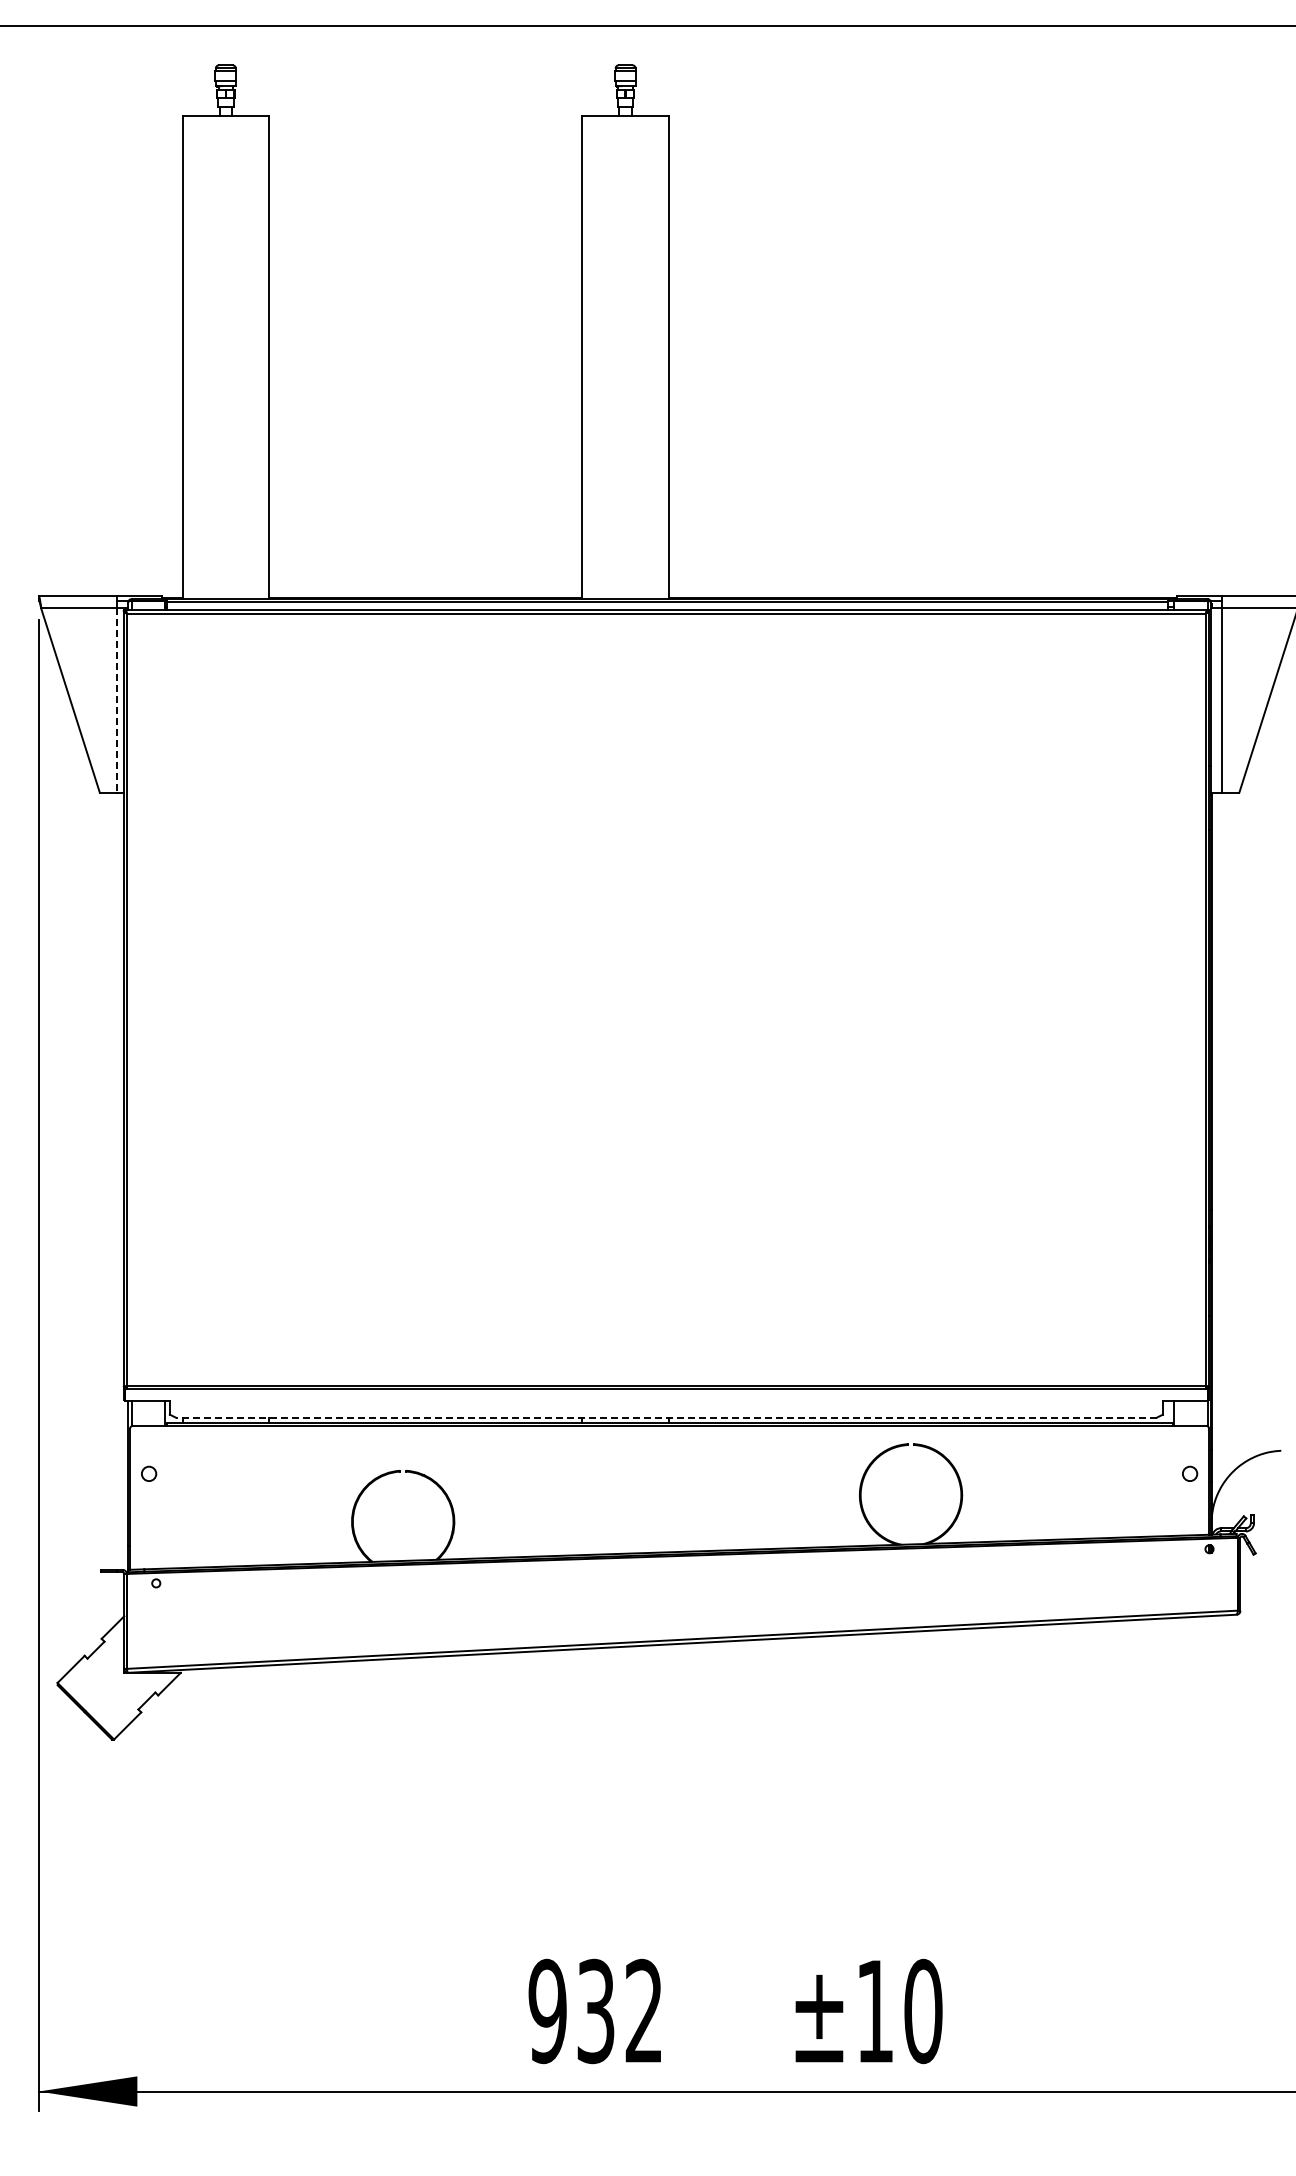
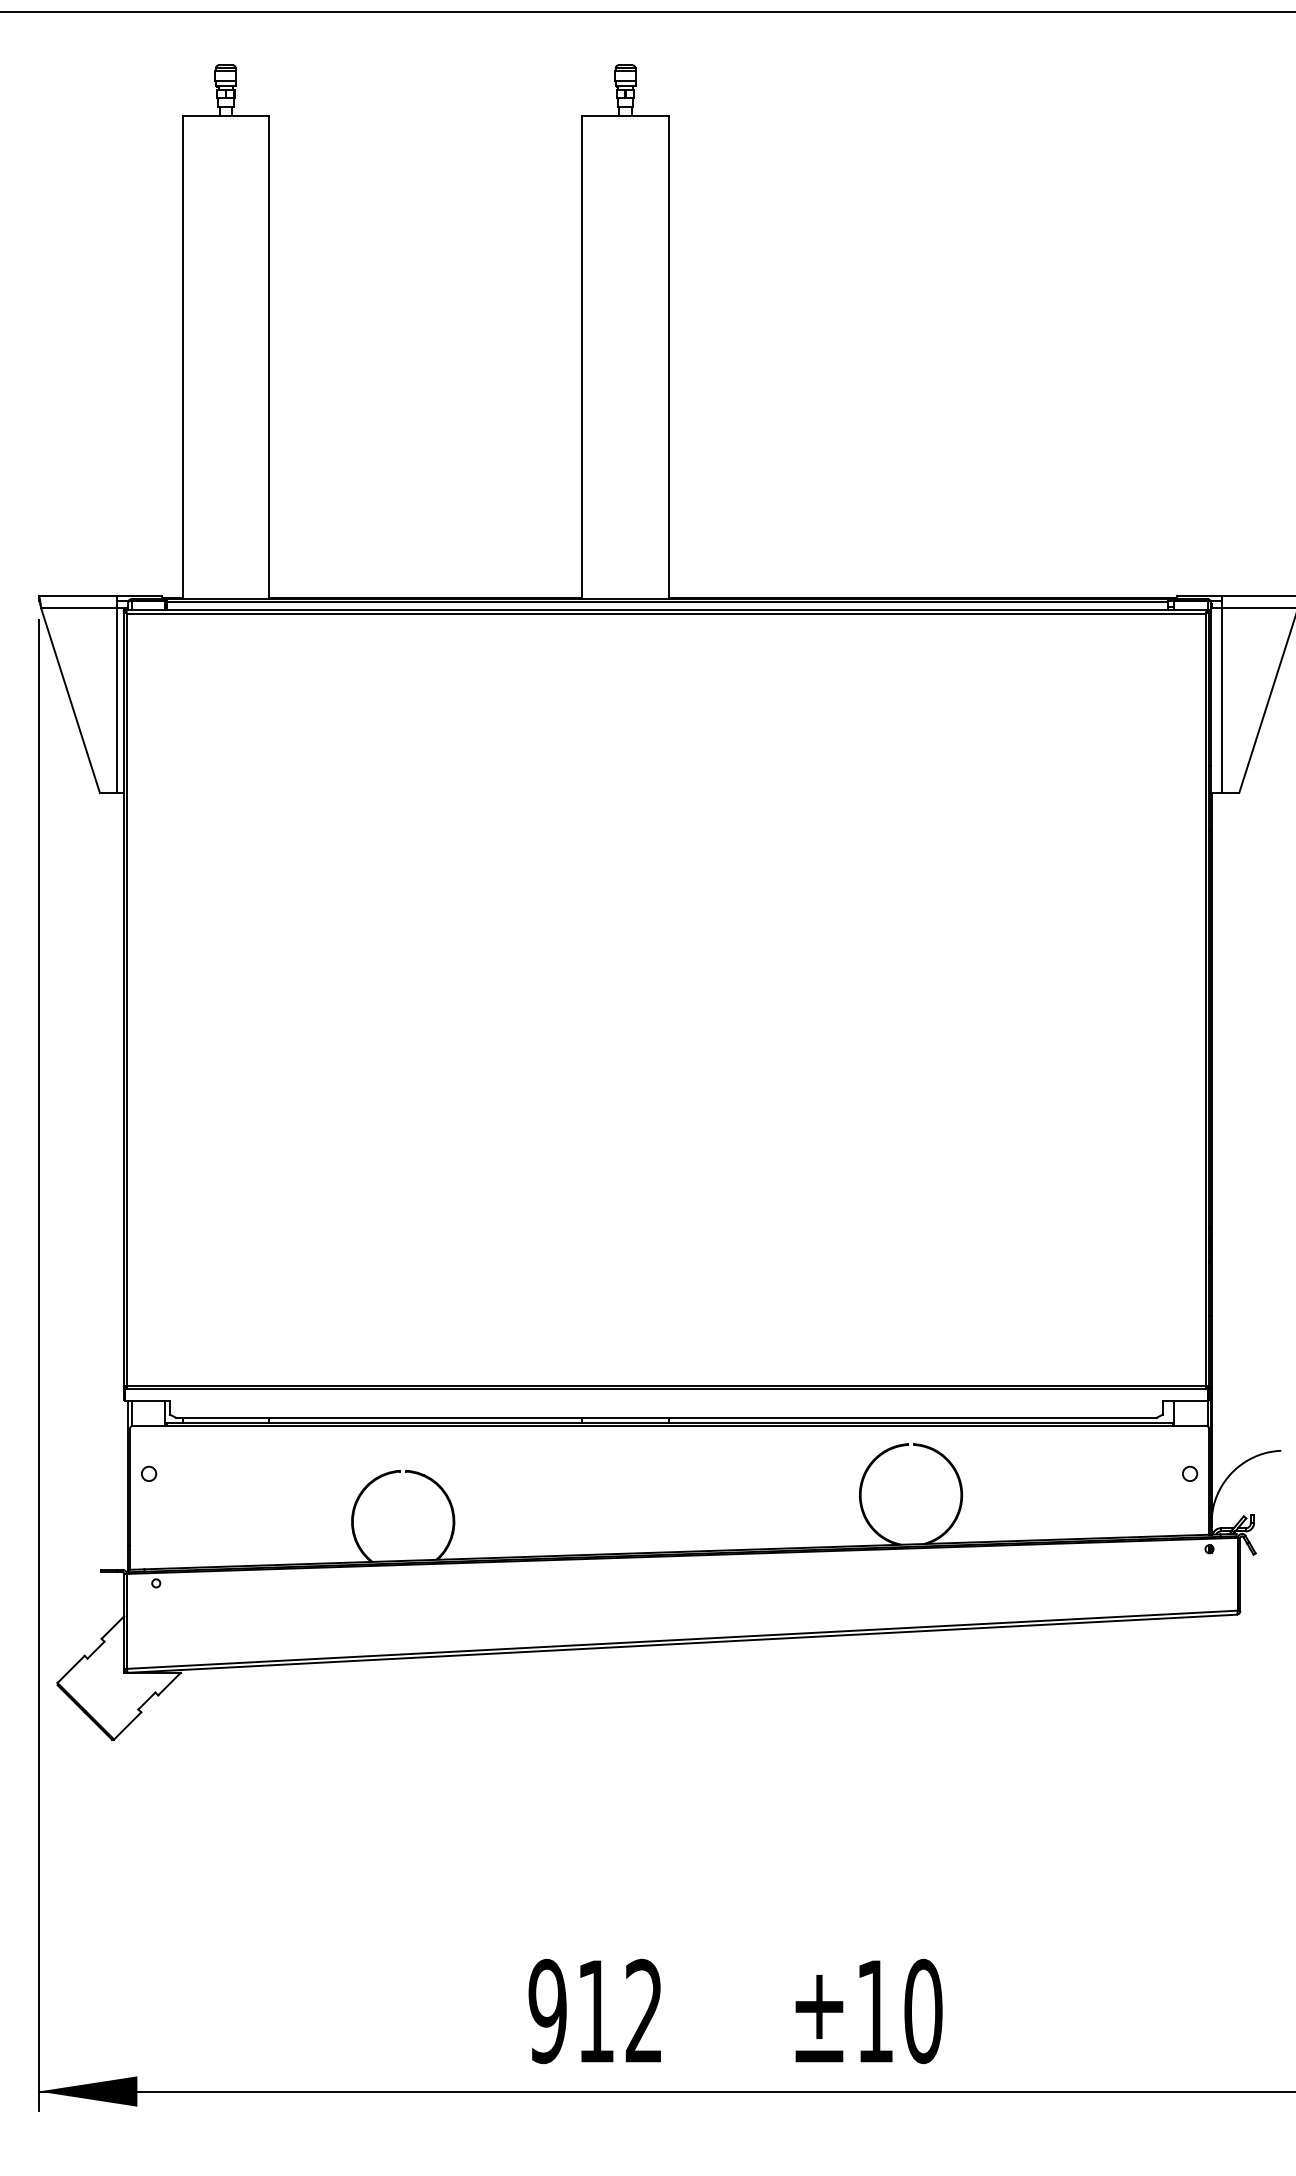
line at (647, 25) position: (647, 25) -> (647, 11)
line at (117, 701): dashed -> solid
line at (665, 1417): dashed -> solid
text at (595, 2011): 932 -> 912
